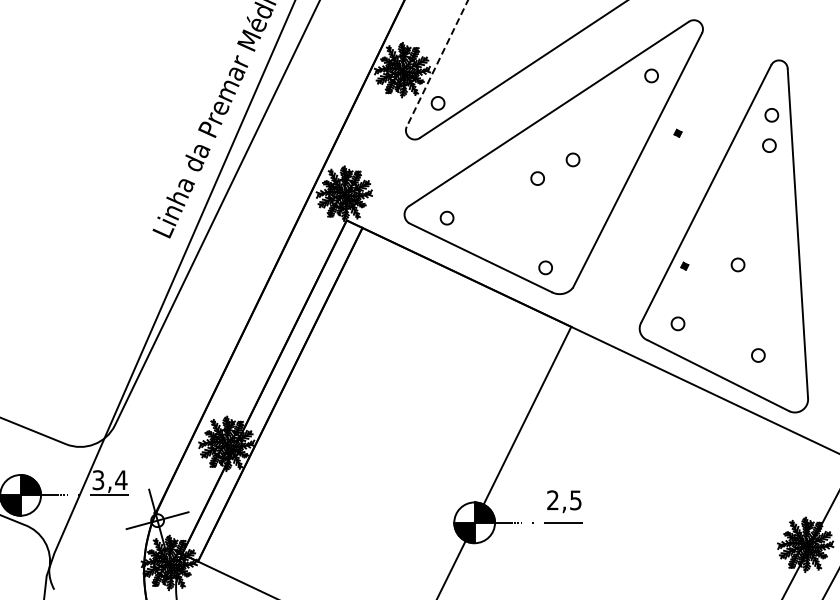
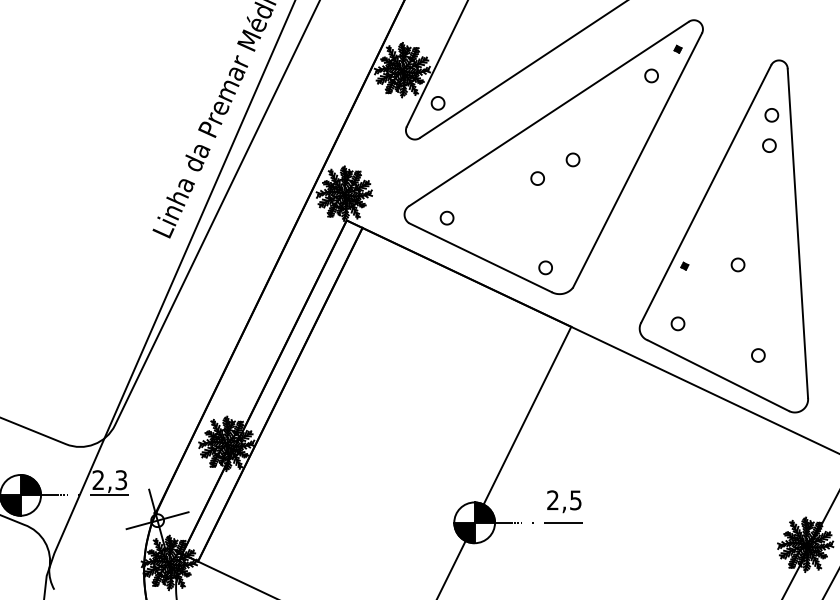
line at (437, 63): dashed -> solid
part at (677, 132) position: (677, 132) -> (677, 48)
text at (109, 480): 3,4 -> 2,3
